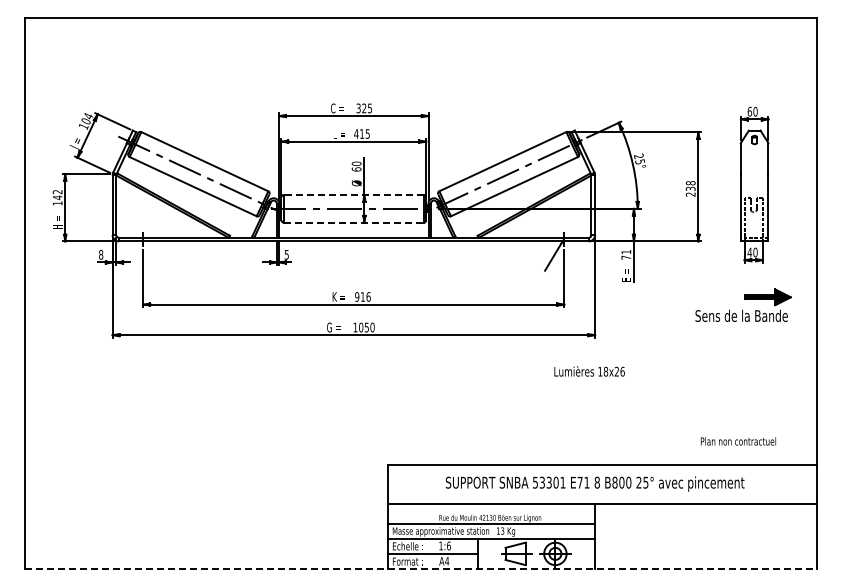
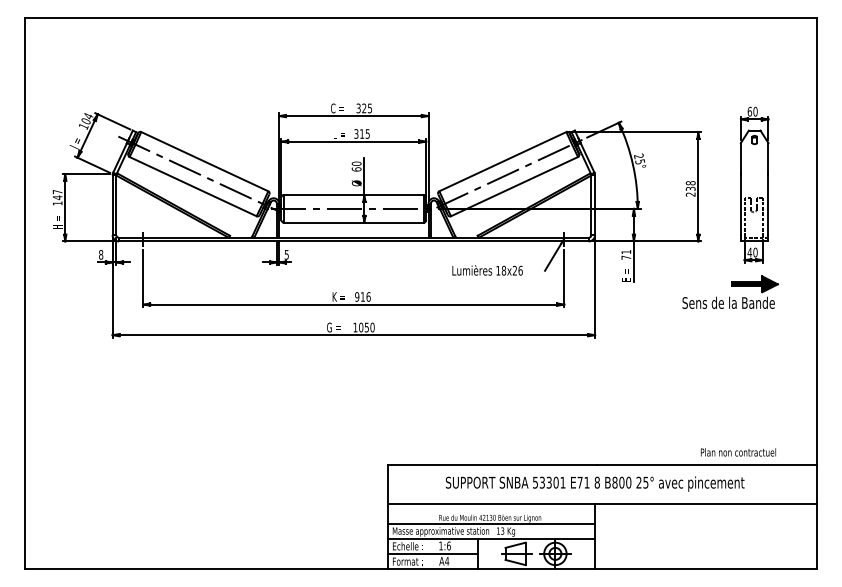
text at (356, 133): 415 -> 315
text at (57, 192): 142 -> 147
line at (353, 195): dashed -> solid
line at (354, 222): dashed -> solid
part at (743, 304) position: (743, 304) -> (730, 291)
text at (589, 371) position: (589, 371) -> (487, 270)
text at (737, 441) position: (737, 441) -> (737, 452)
line at (421, 569): dashed -> solid
